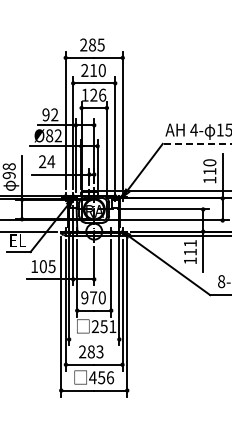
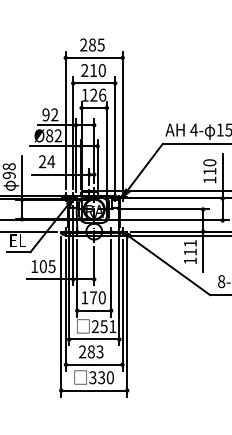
line at (196, 143): dashed -> solid
text at (84, 297): 970 -> 170
line at (93, 339): none -> present
text at (101, 377): 456 -> 330
